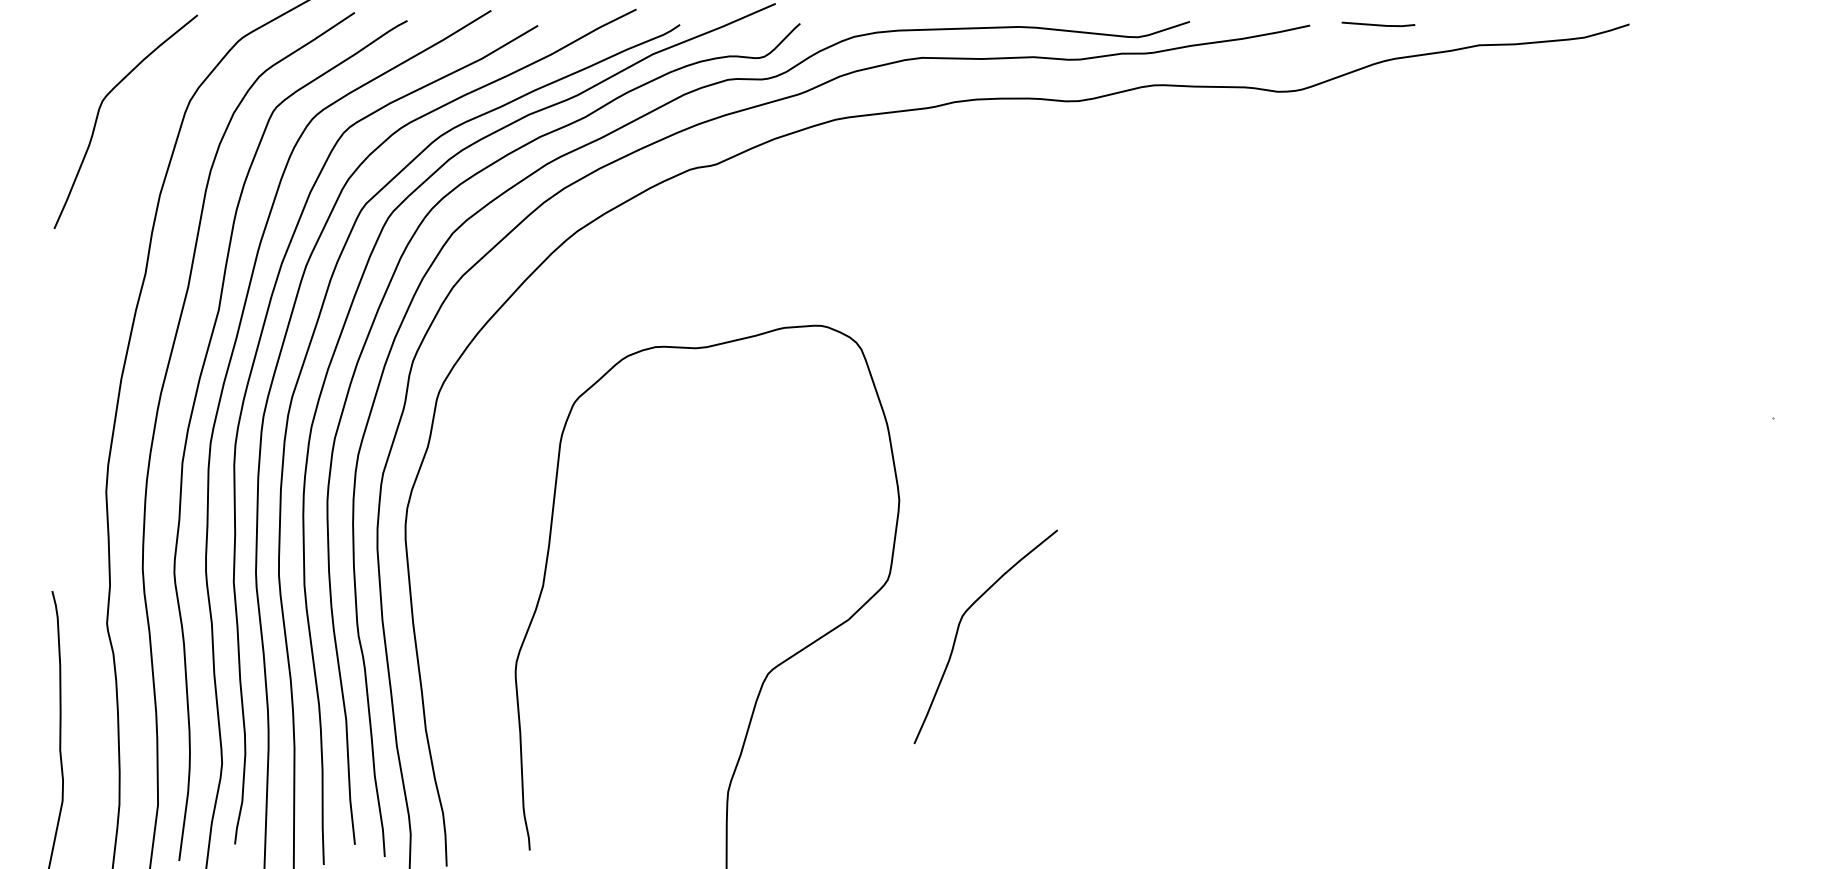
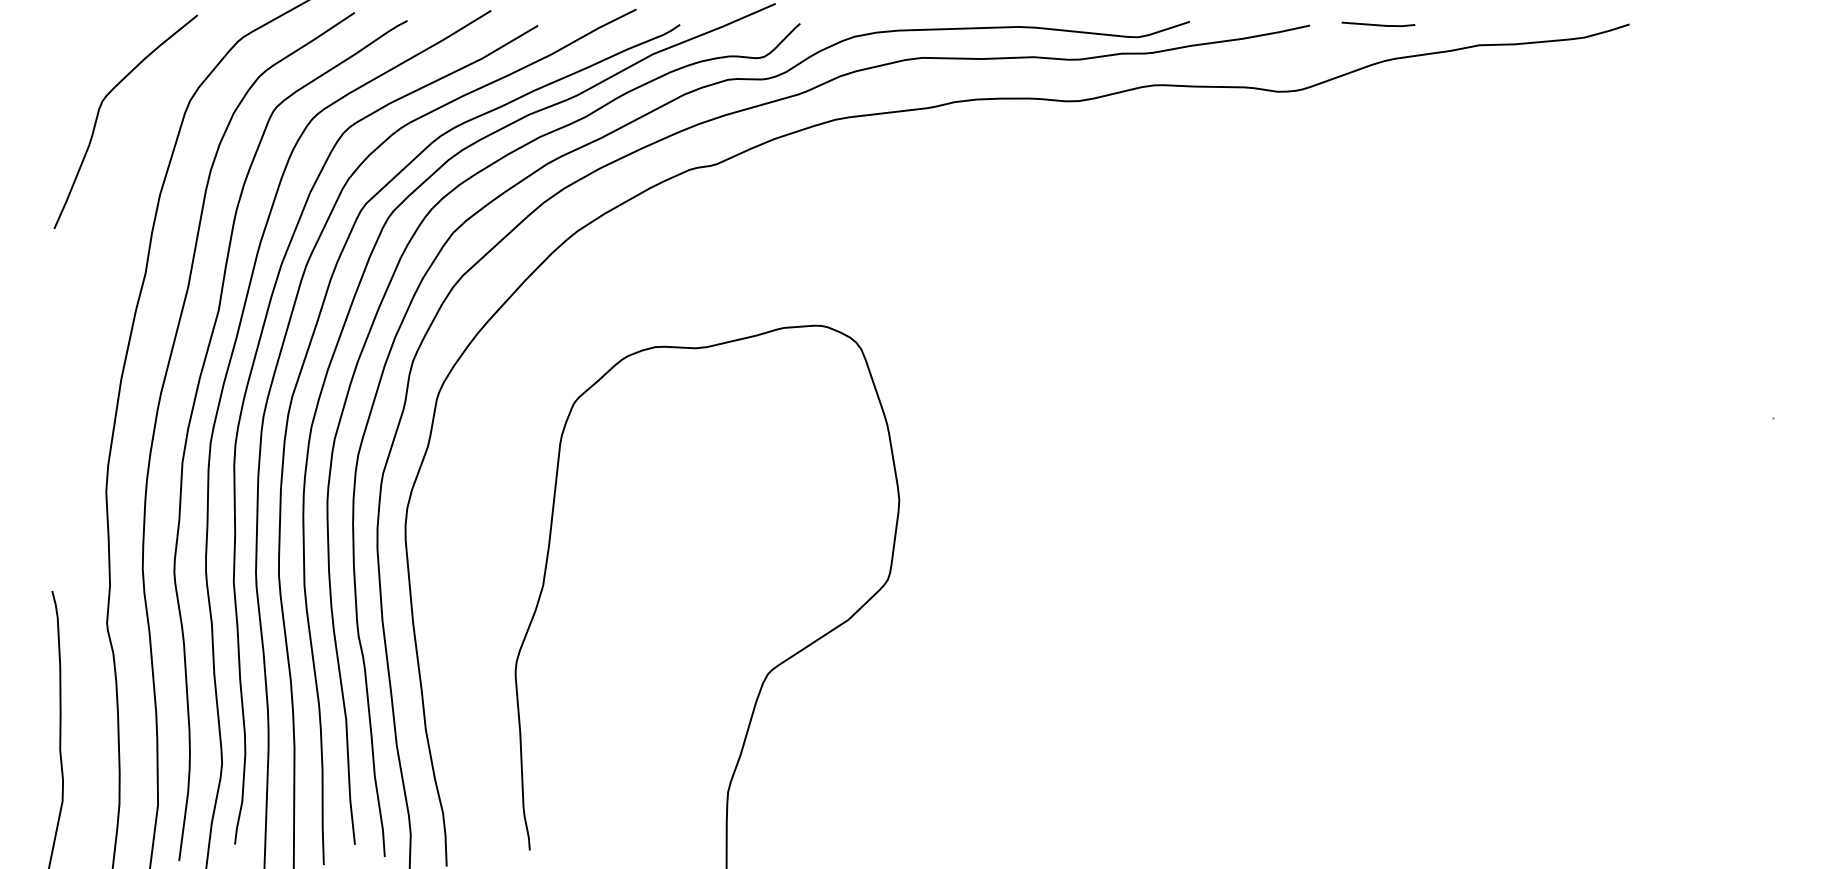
curve at (958, 631): present -> none
